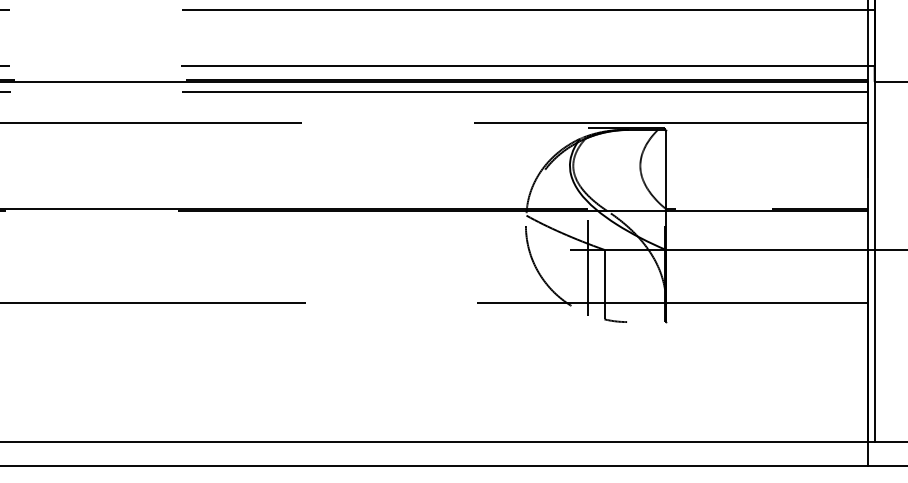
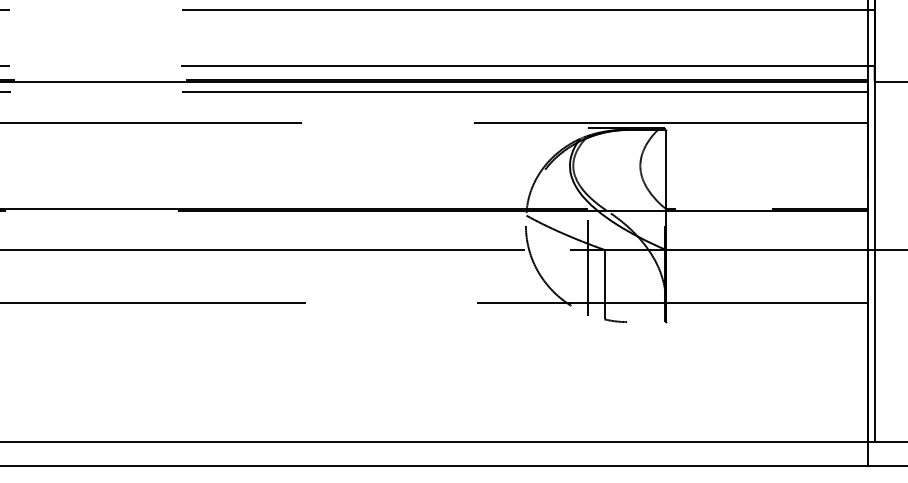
line at (263, 249): none -> present
